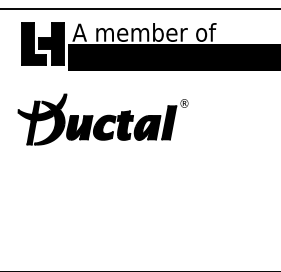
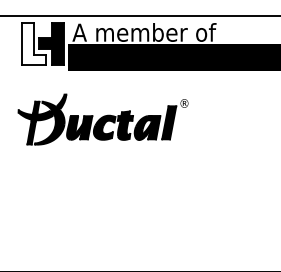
line at (139, 8) position: (139, 8) -> (139, 15)
fill at (34, 43): present -> none
